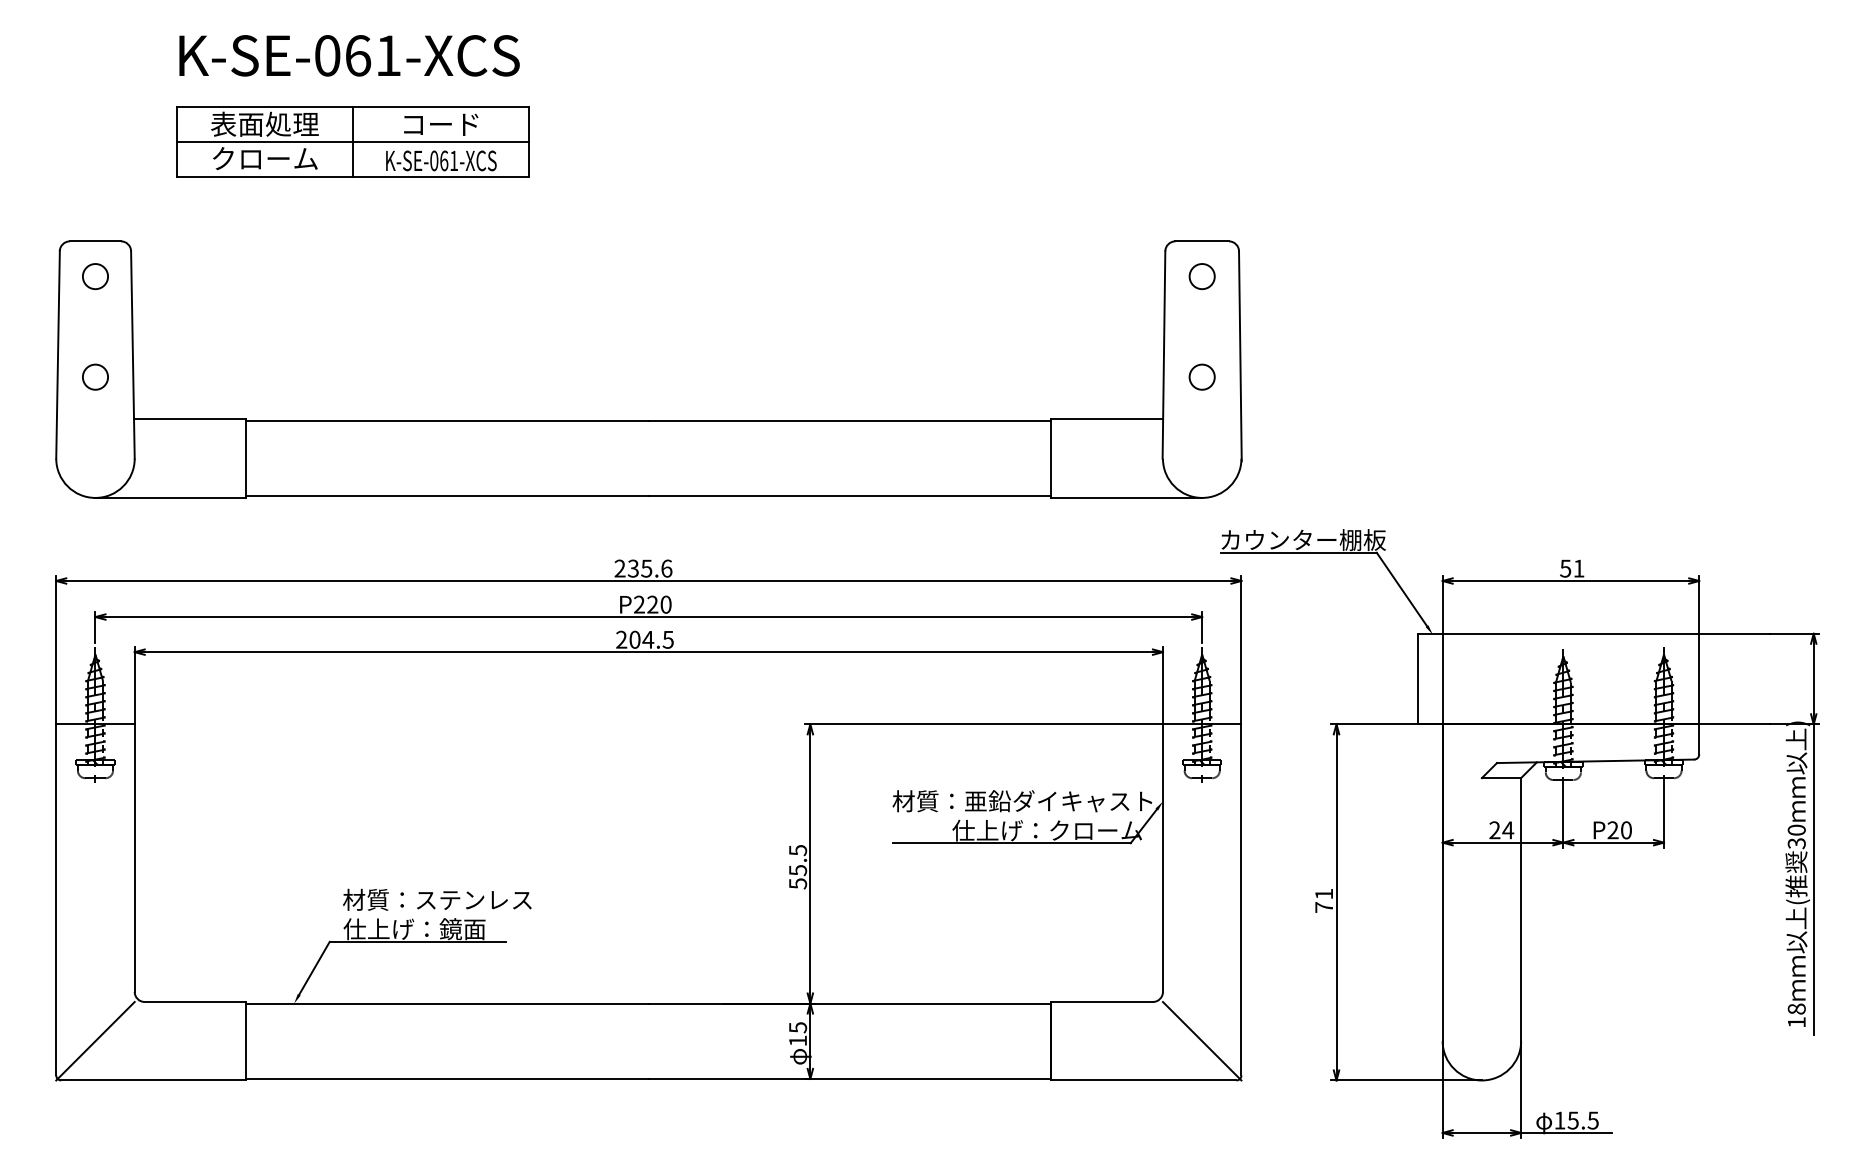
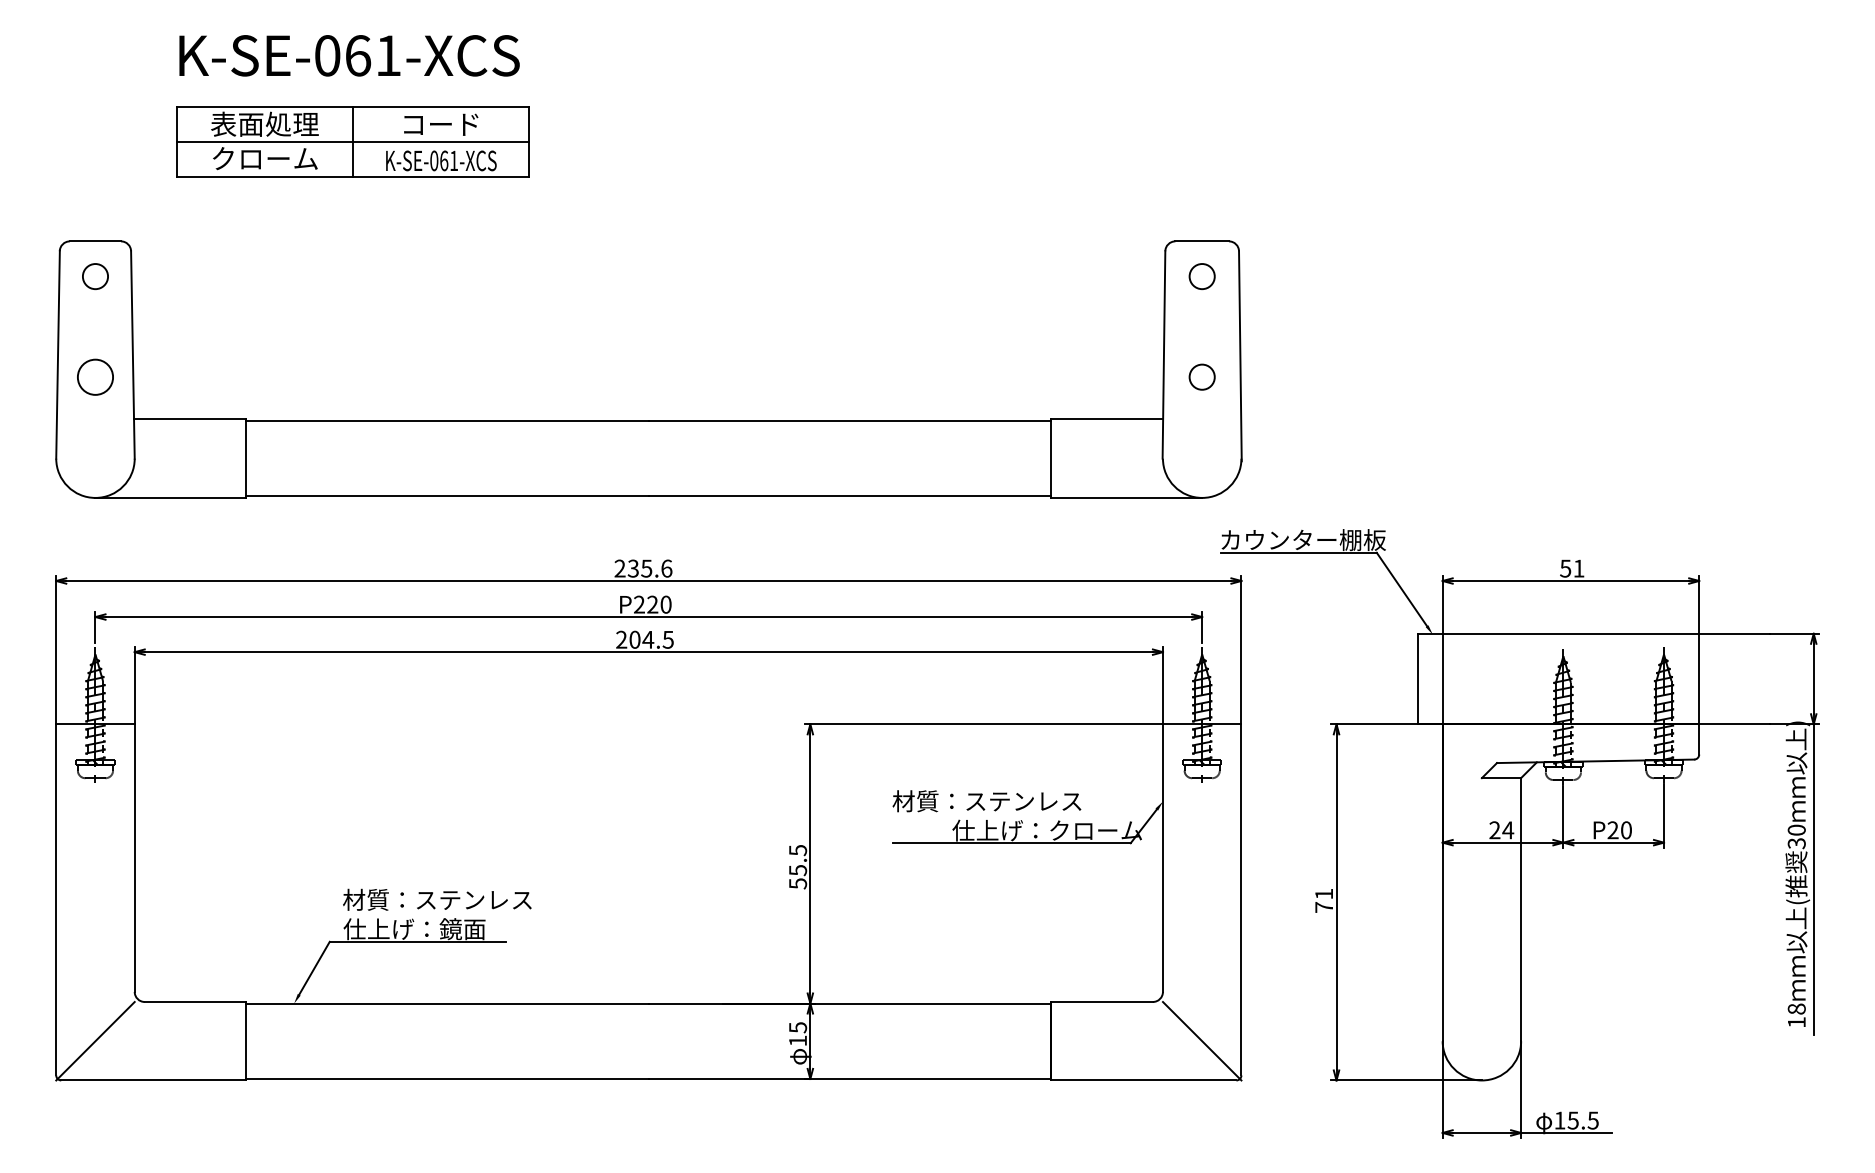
circle at (95, 376) size: 27x28 px -> 37x38 px
text at (1058, 801): 材質：亜鉛ダイキャスト -> 材質：ステンレス
